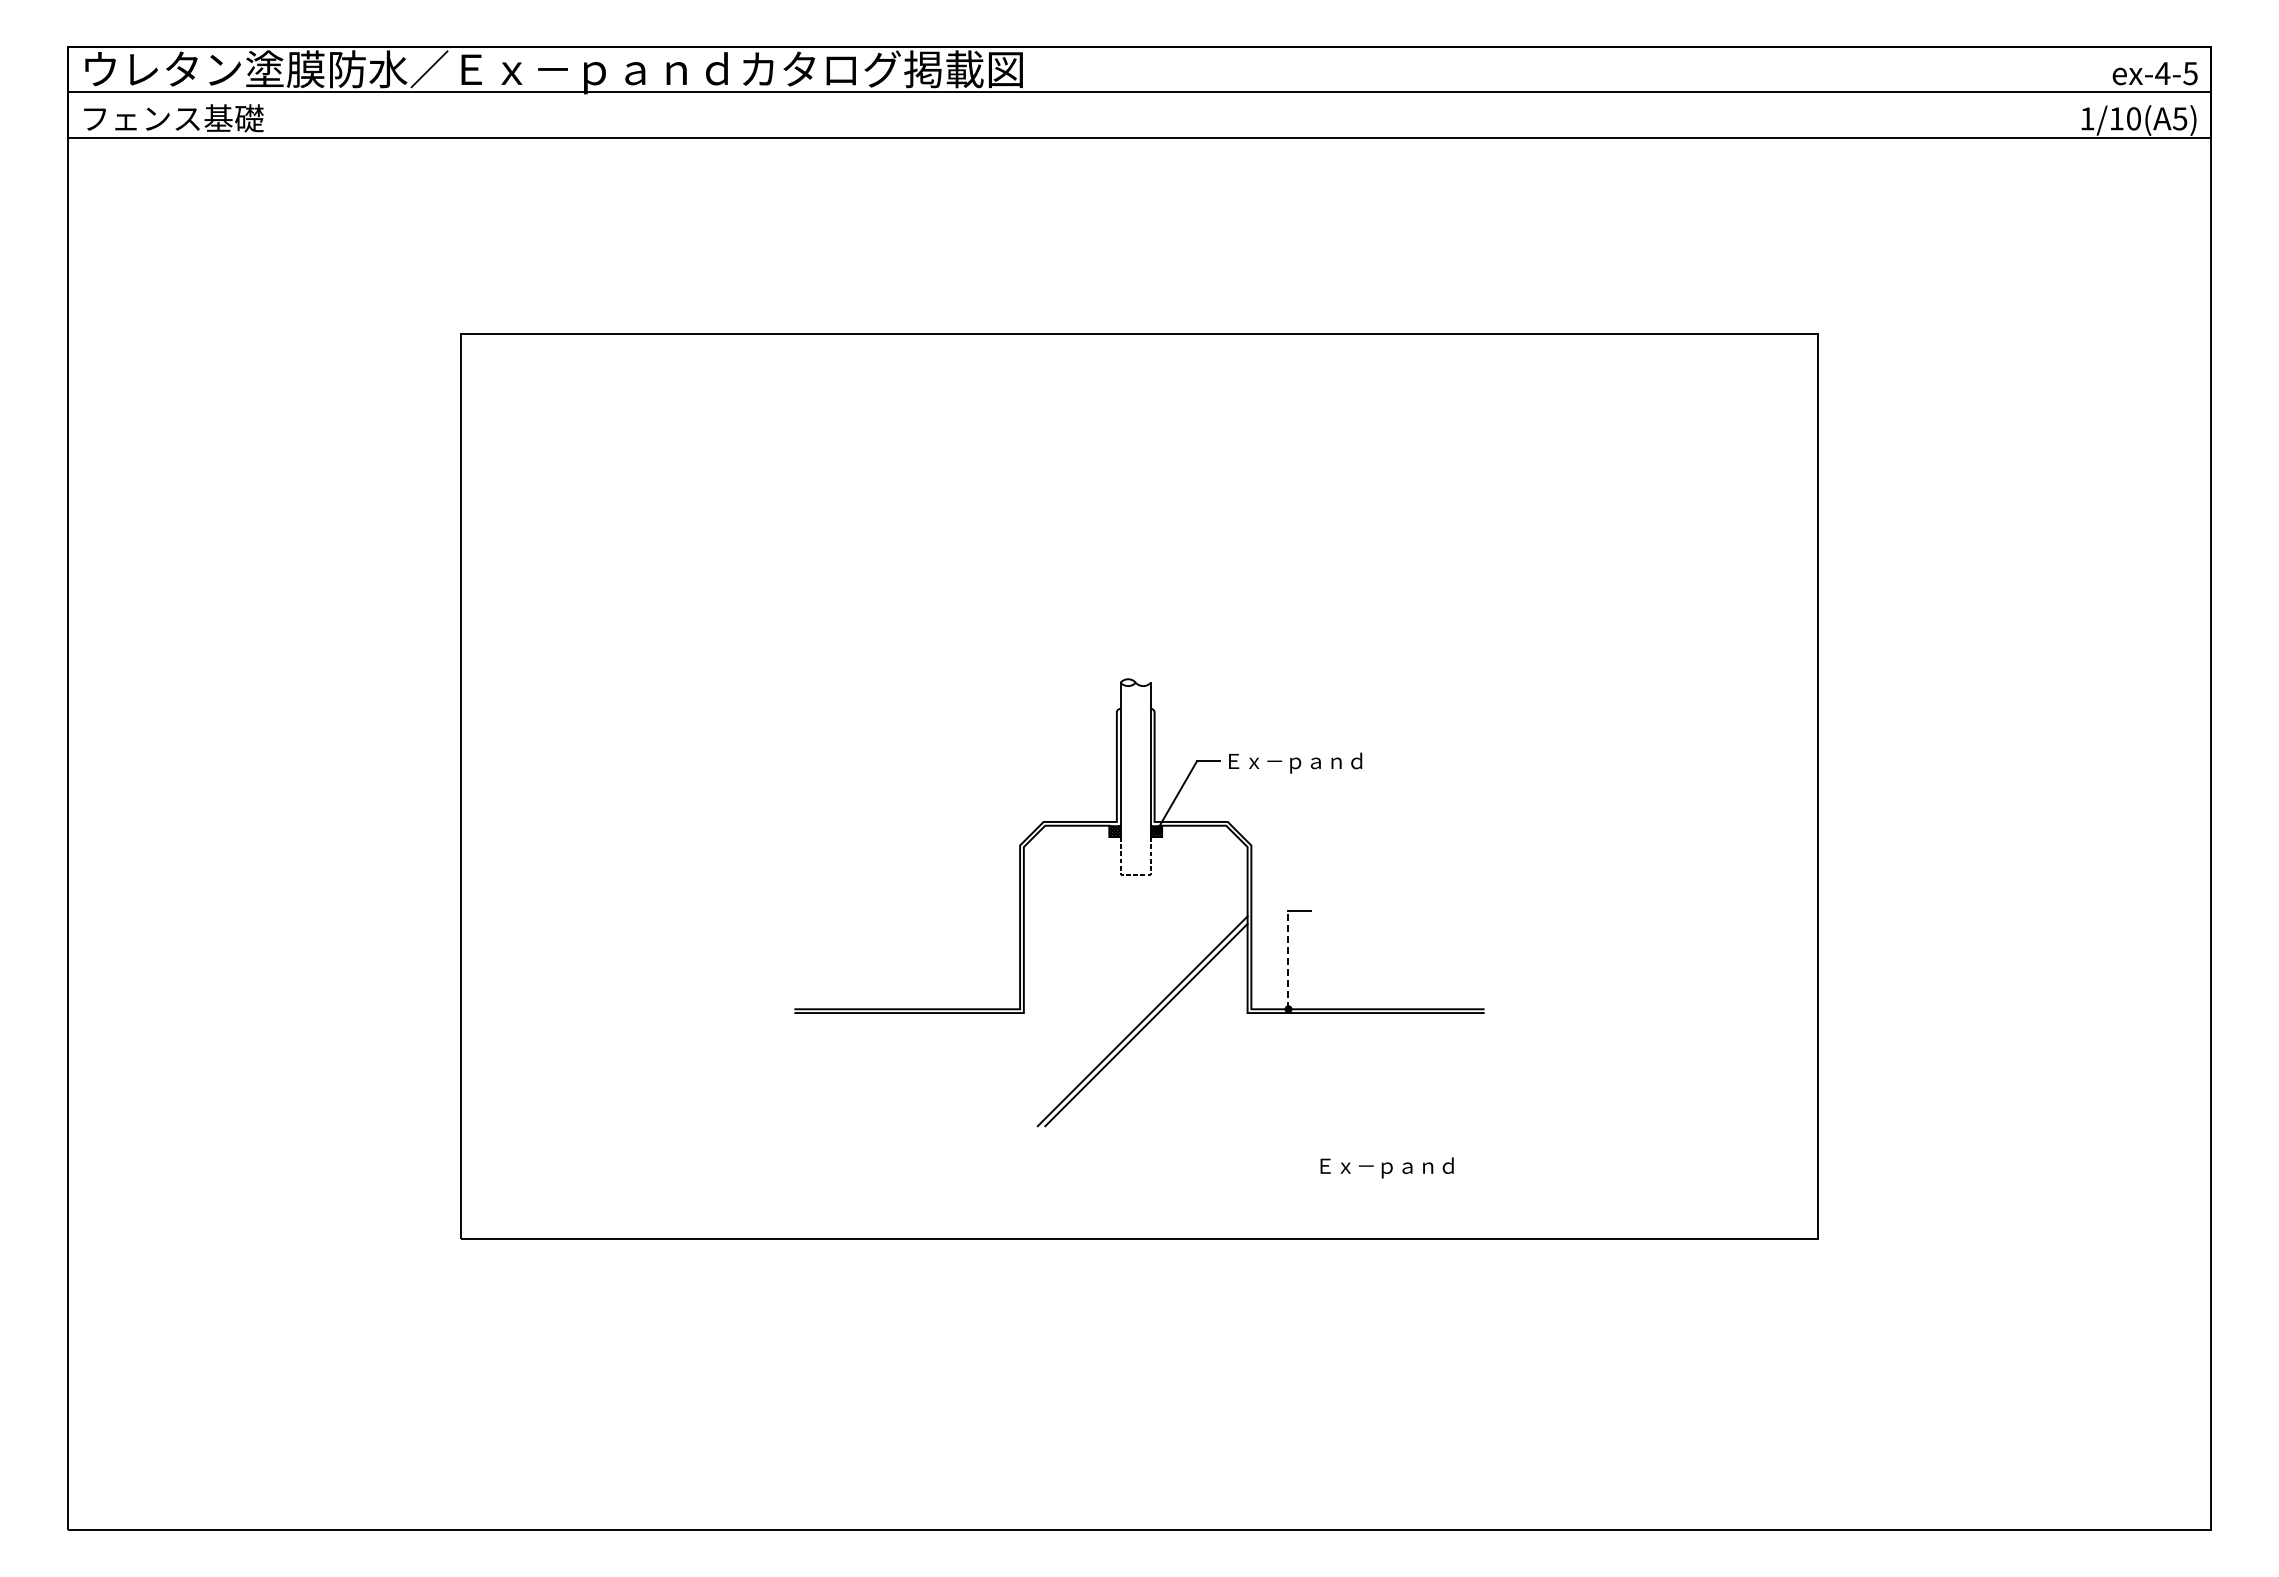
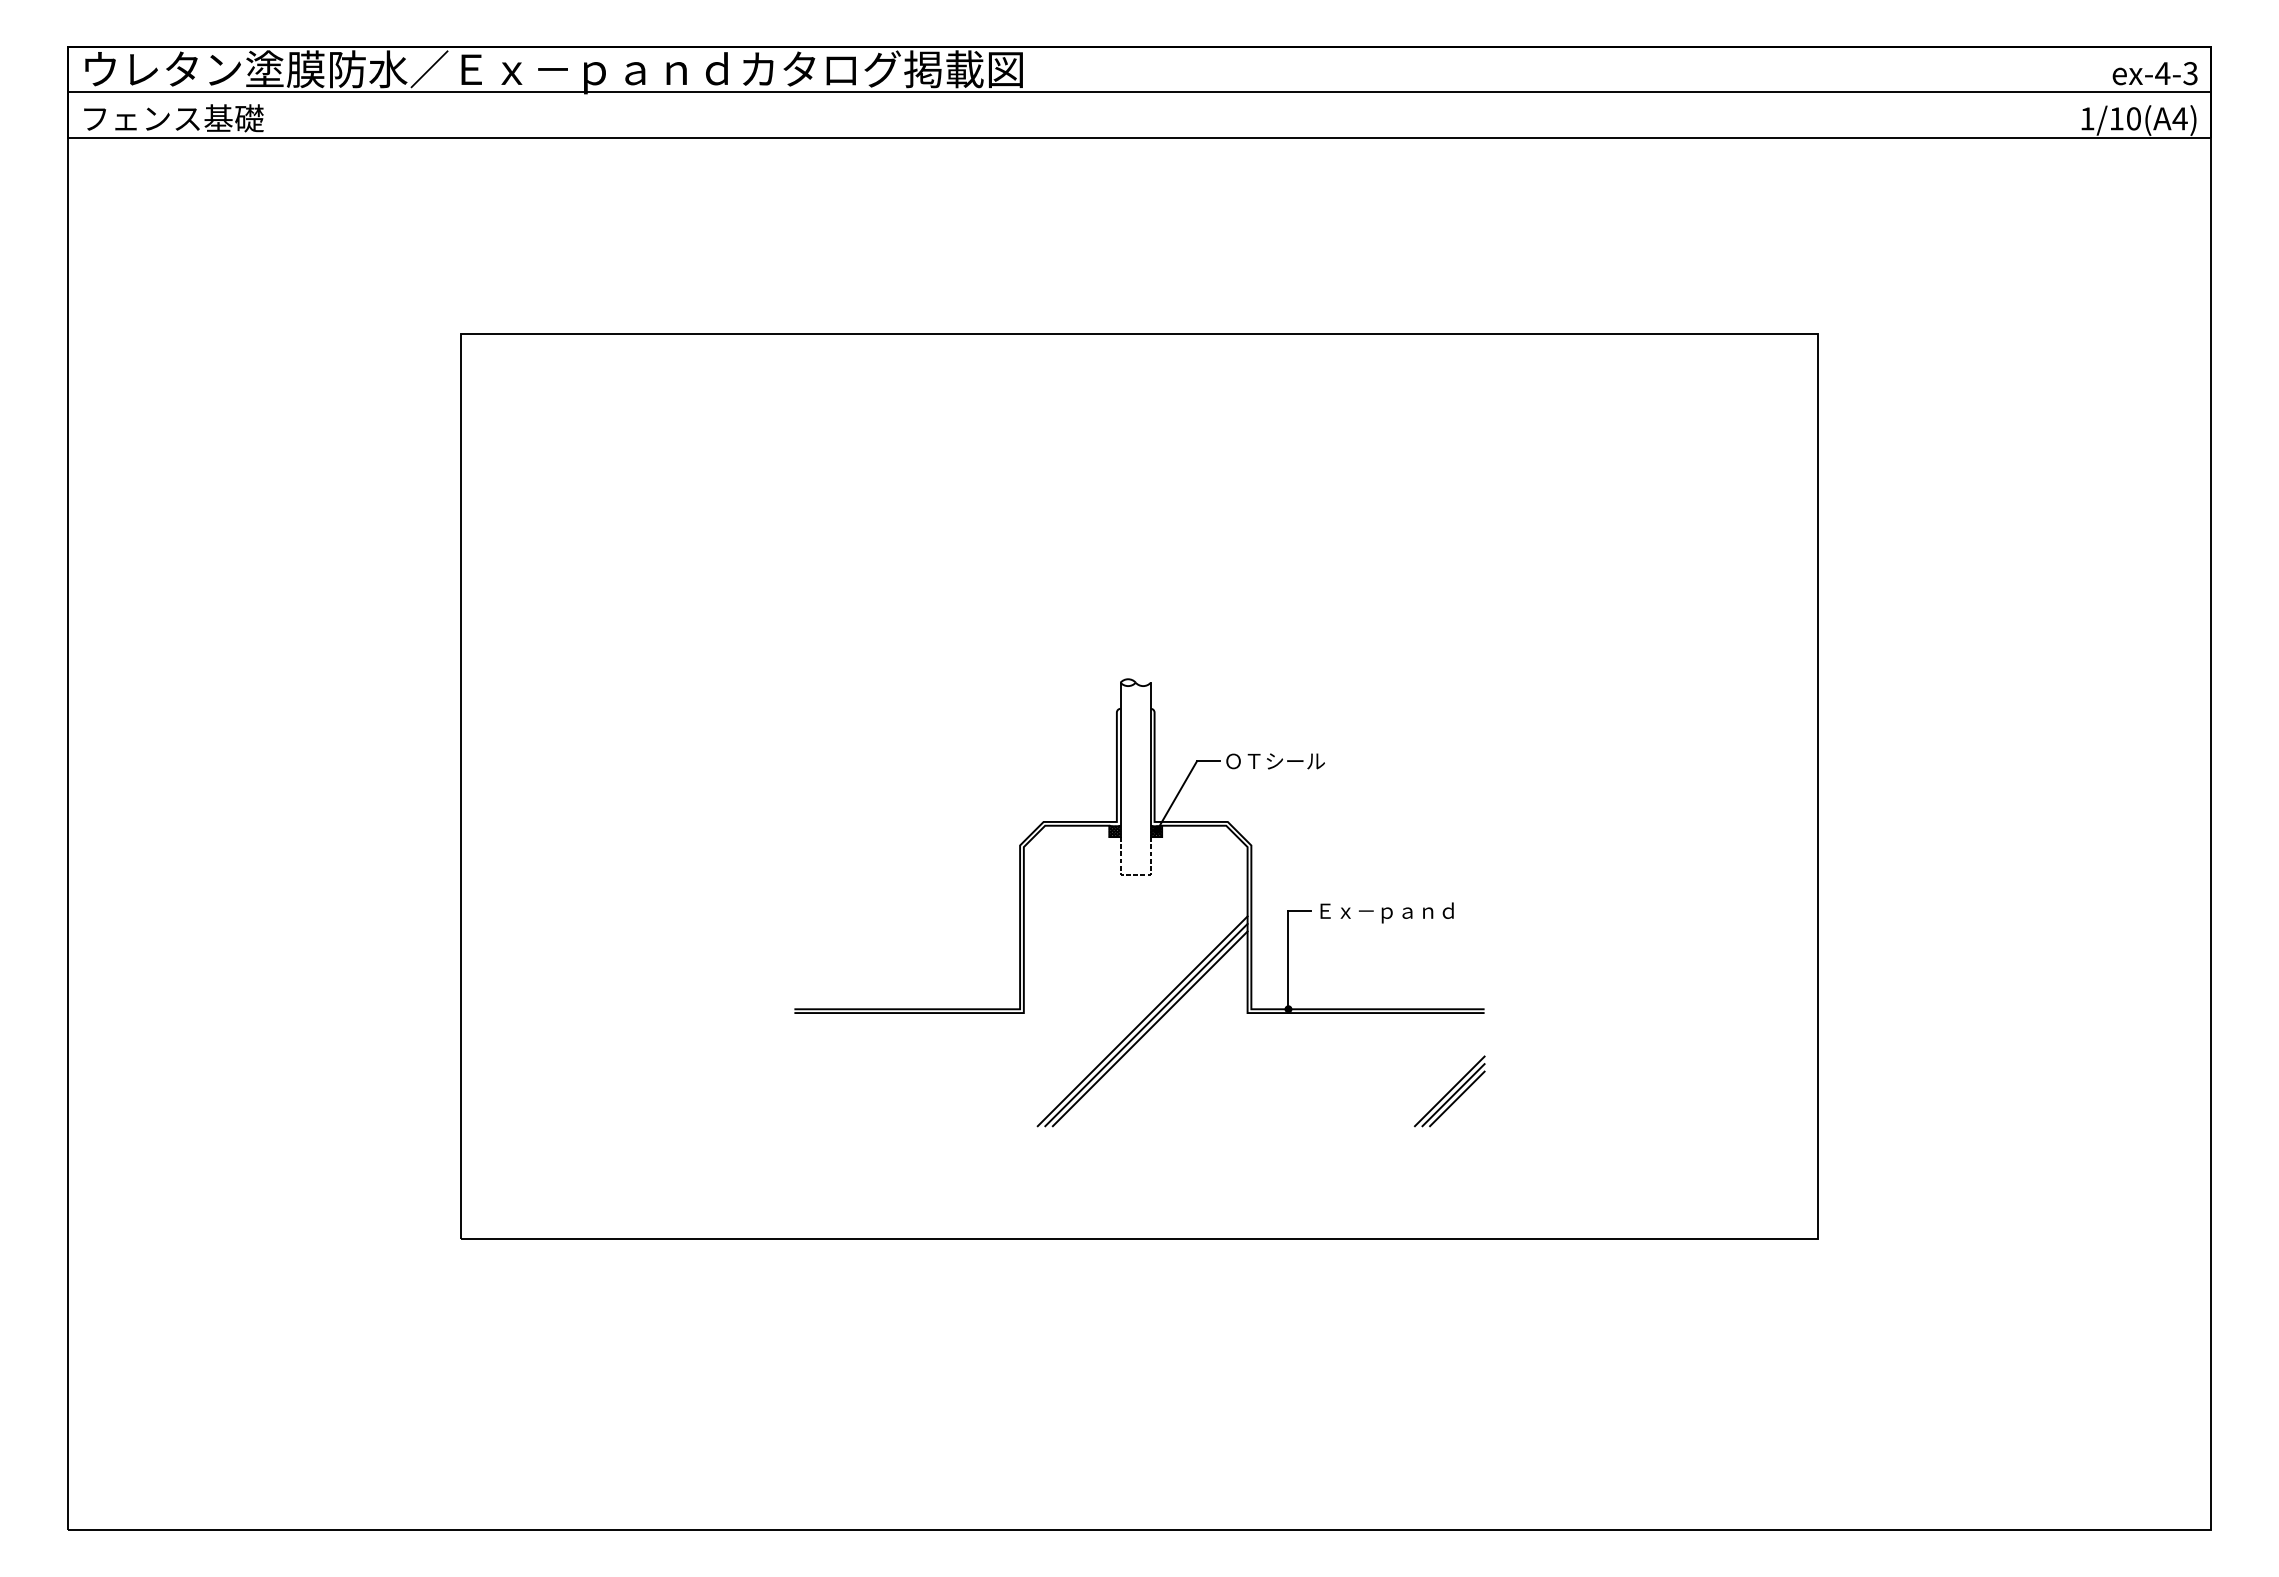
text at (2190, 73): ex-4-5 -> ex-4-3
text at (2179, 118): 1/10(A5) -> 1/10(A4)
text at (1294, 762): Ｅｘ－ｐａｎｄ -> ＯＴシール
line at (1288, 960): dashed -> solid
line at (1149, 1028): none -> present
part at (1449, 1091): none -> present
text at (1386, 1167) position: (1386, 1167) -> (1386, 912)
